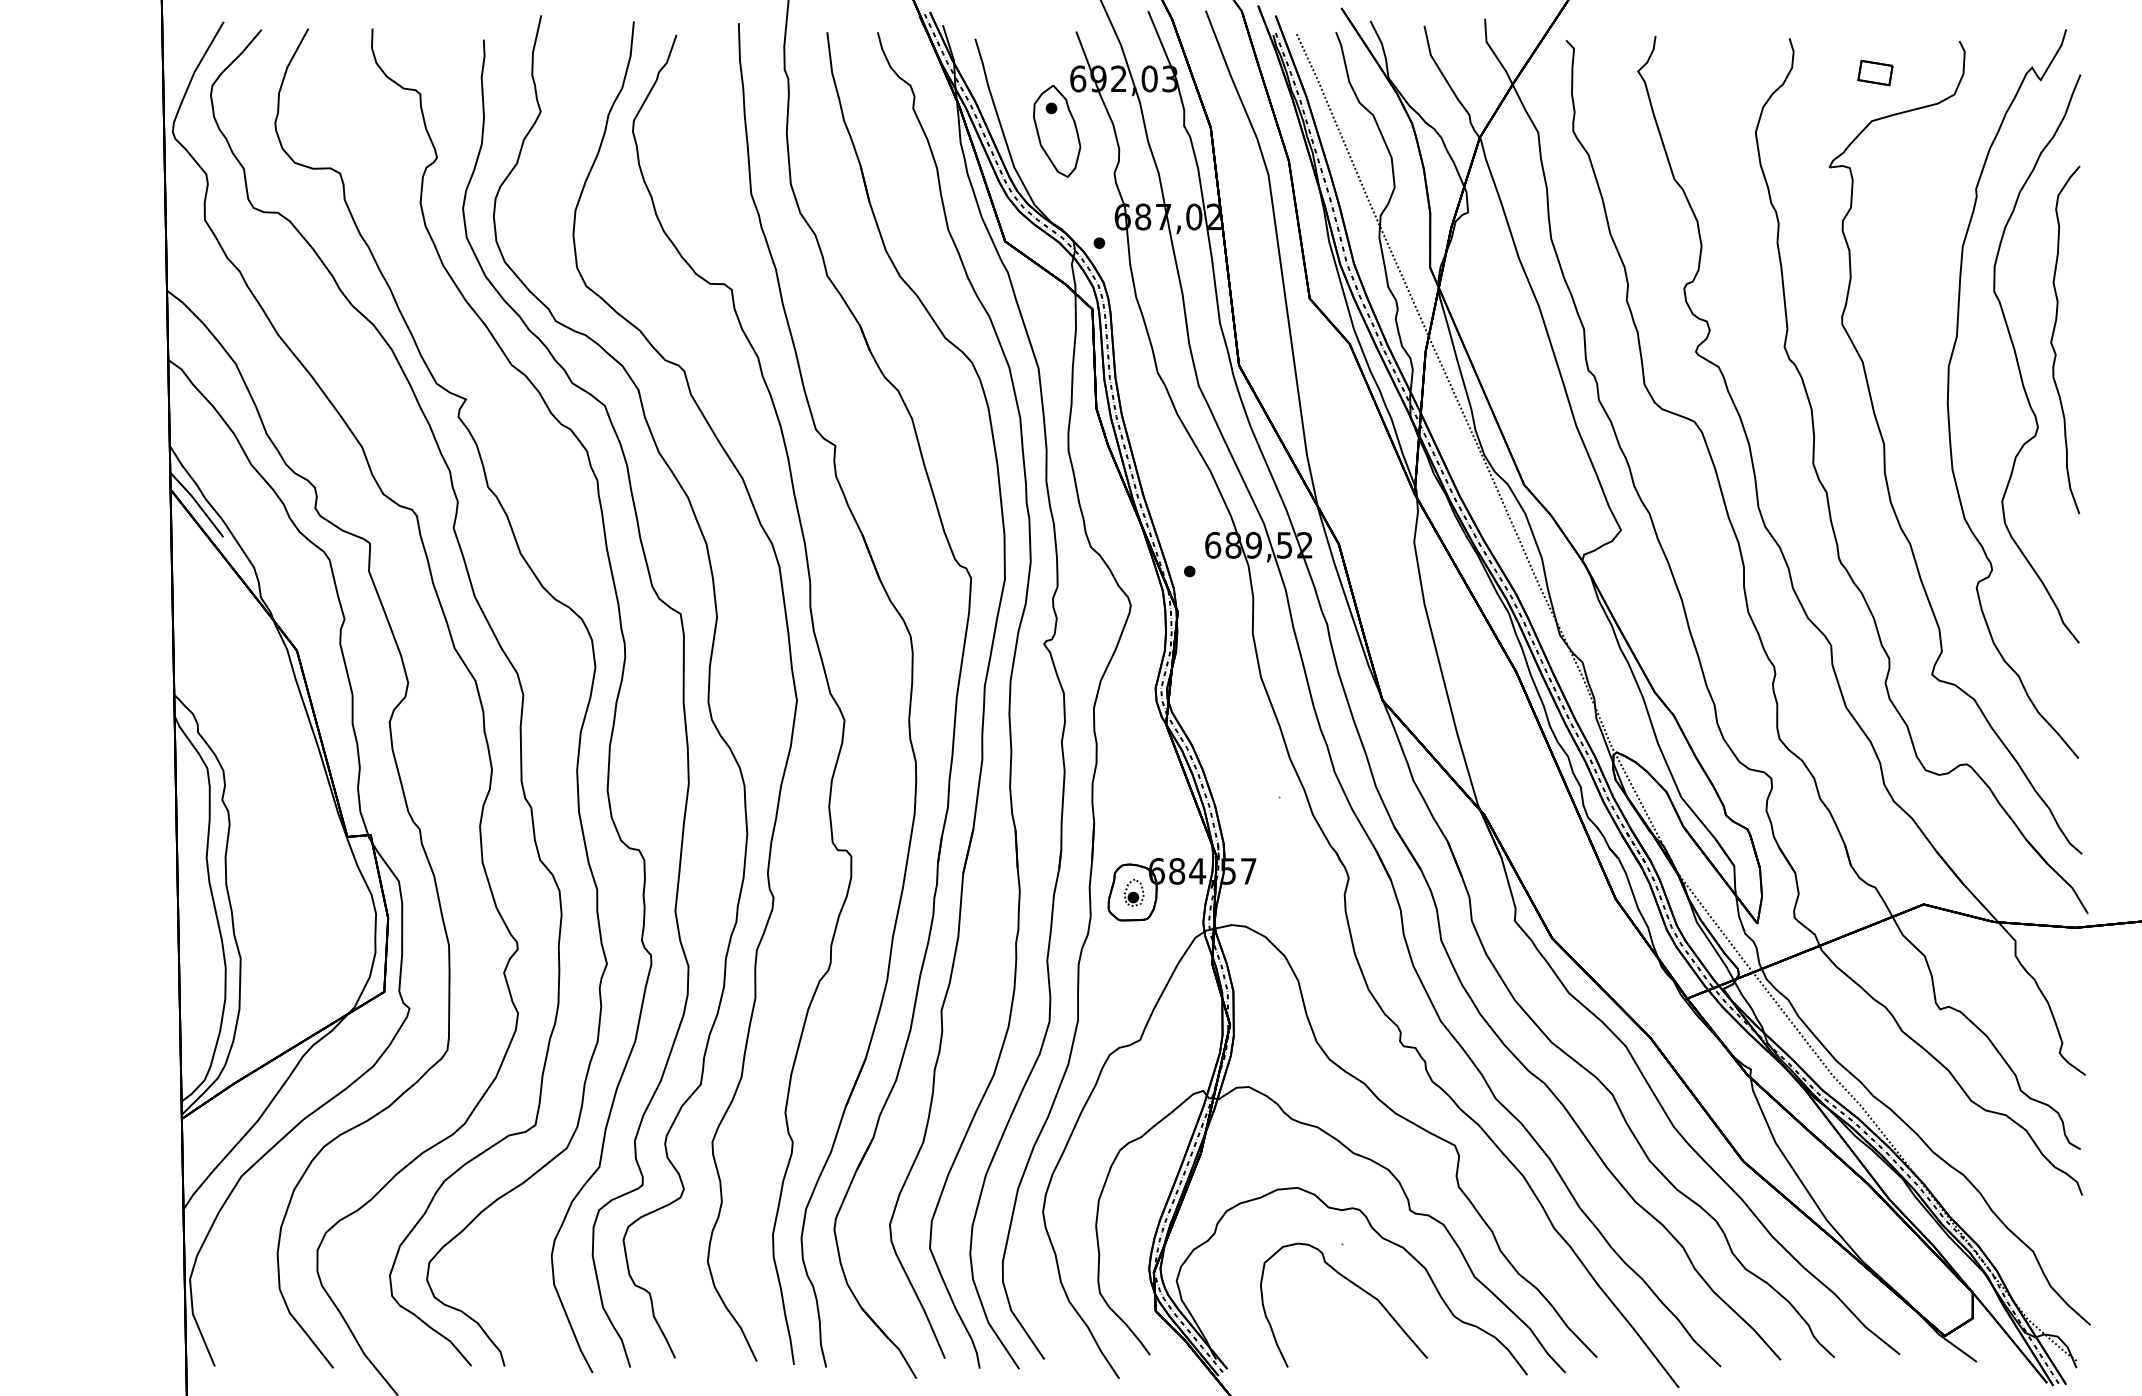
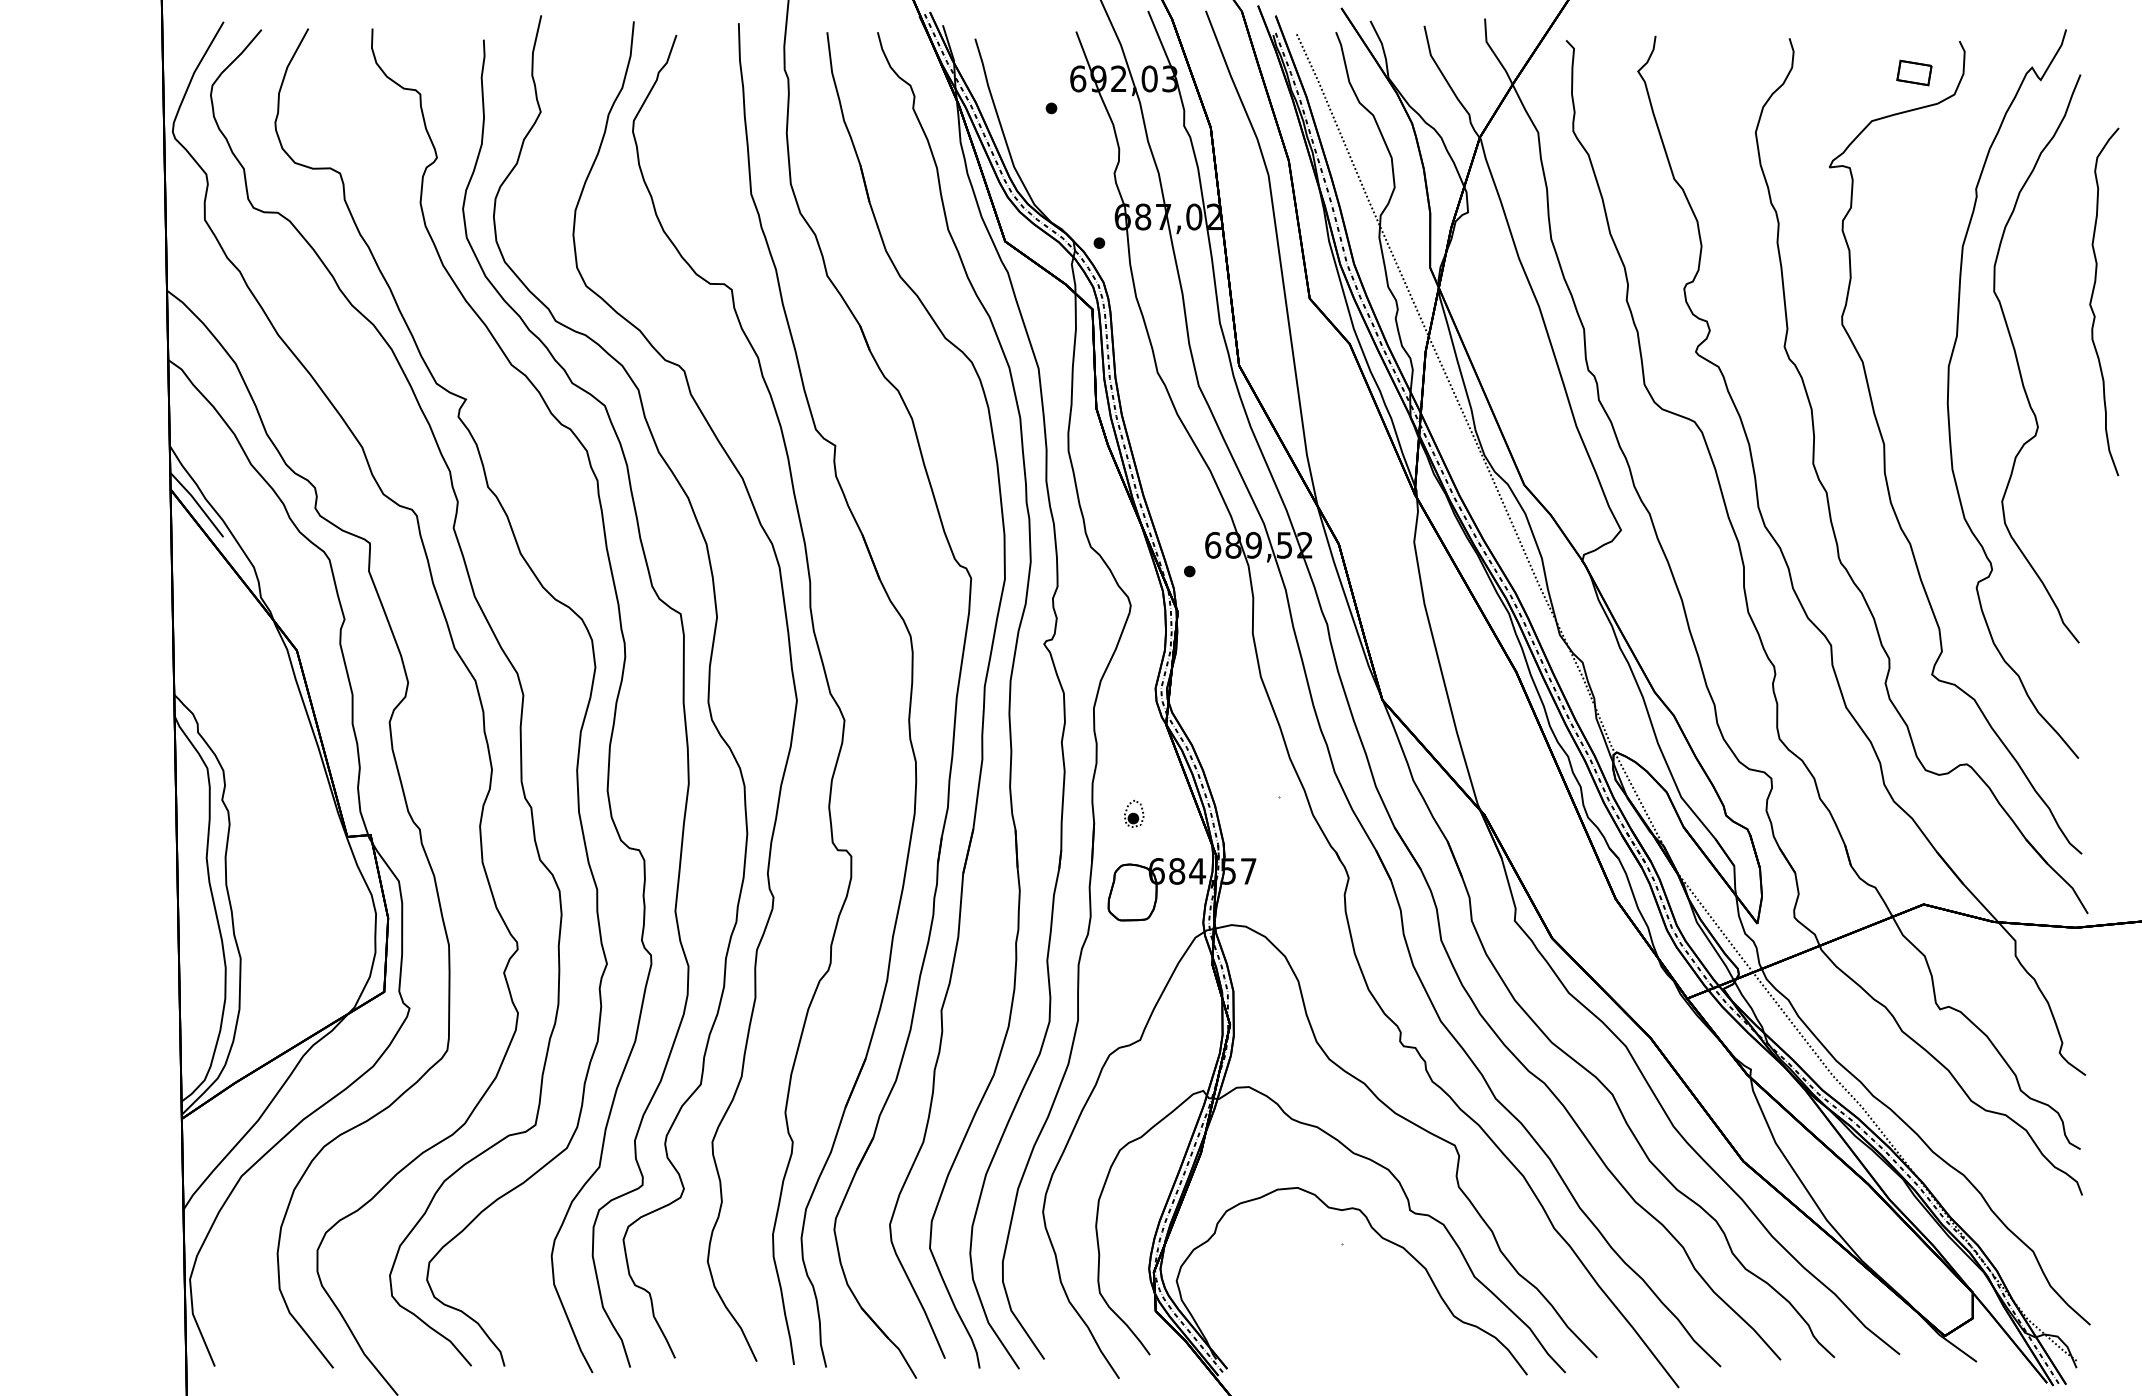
part at (1875, 72) position: (1875, 72) -> (1914, 72)
part at (1057, 131): present -> none
curve at (2053, 337) position: (2053, 337) -> (2092, 299)
part at (1134, 892) position: (1134, 892) -> (1134, 813)
part at (1354, 1285): present -> none
